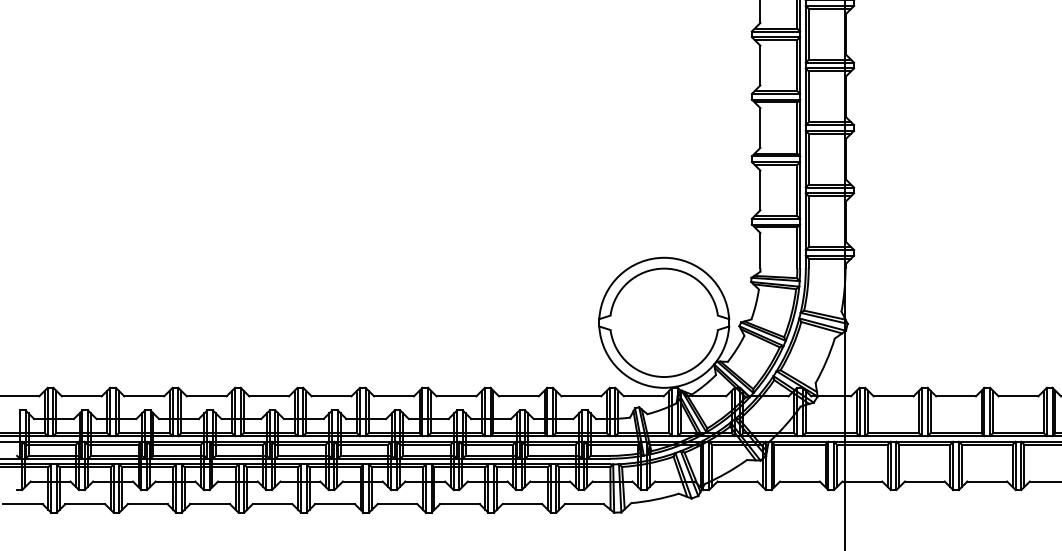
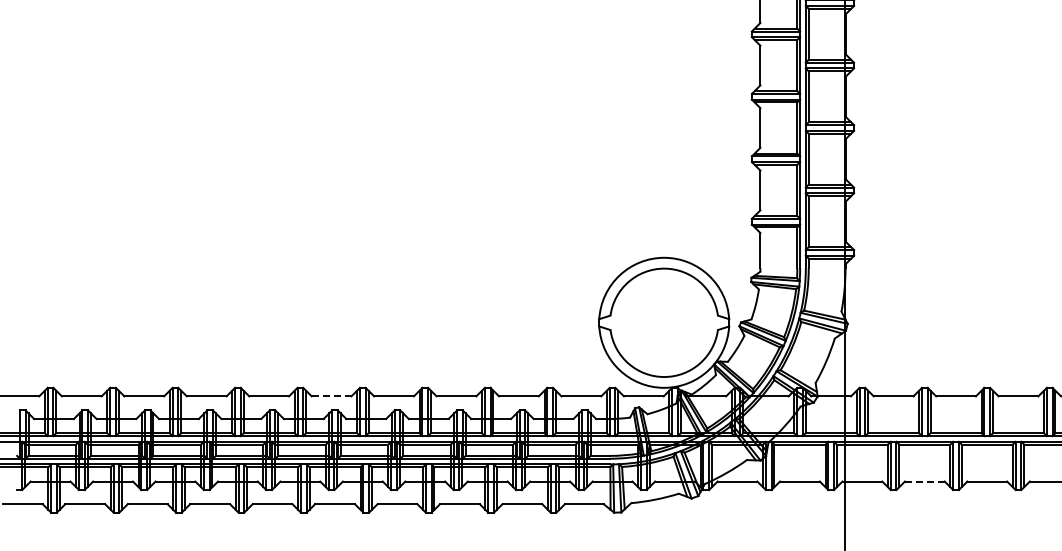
line at (331, 396): solid -> dashed
line at (924, 481): solid -> dashed
